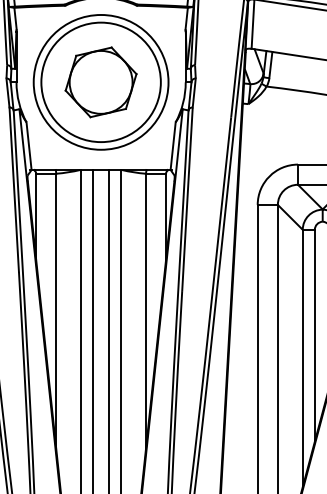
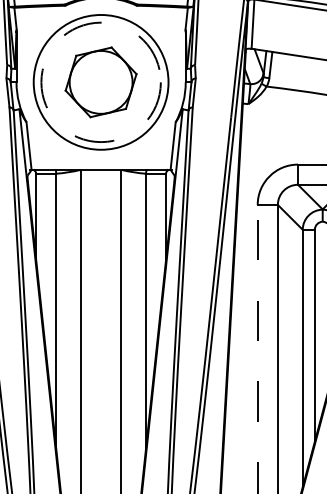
circle at (100, 82): solid -> dashed
line at (93, 330): present -> none
line at (108, 330): present -> none
line at (257, 348): solid -> dashed
